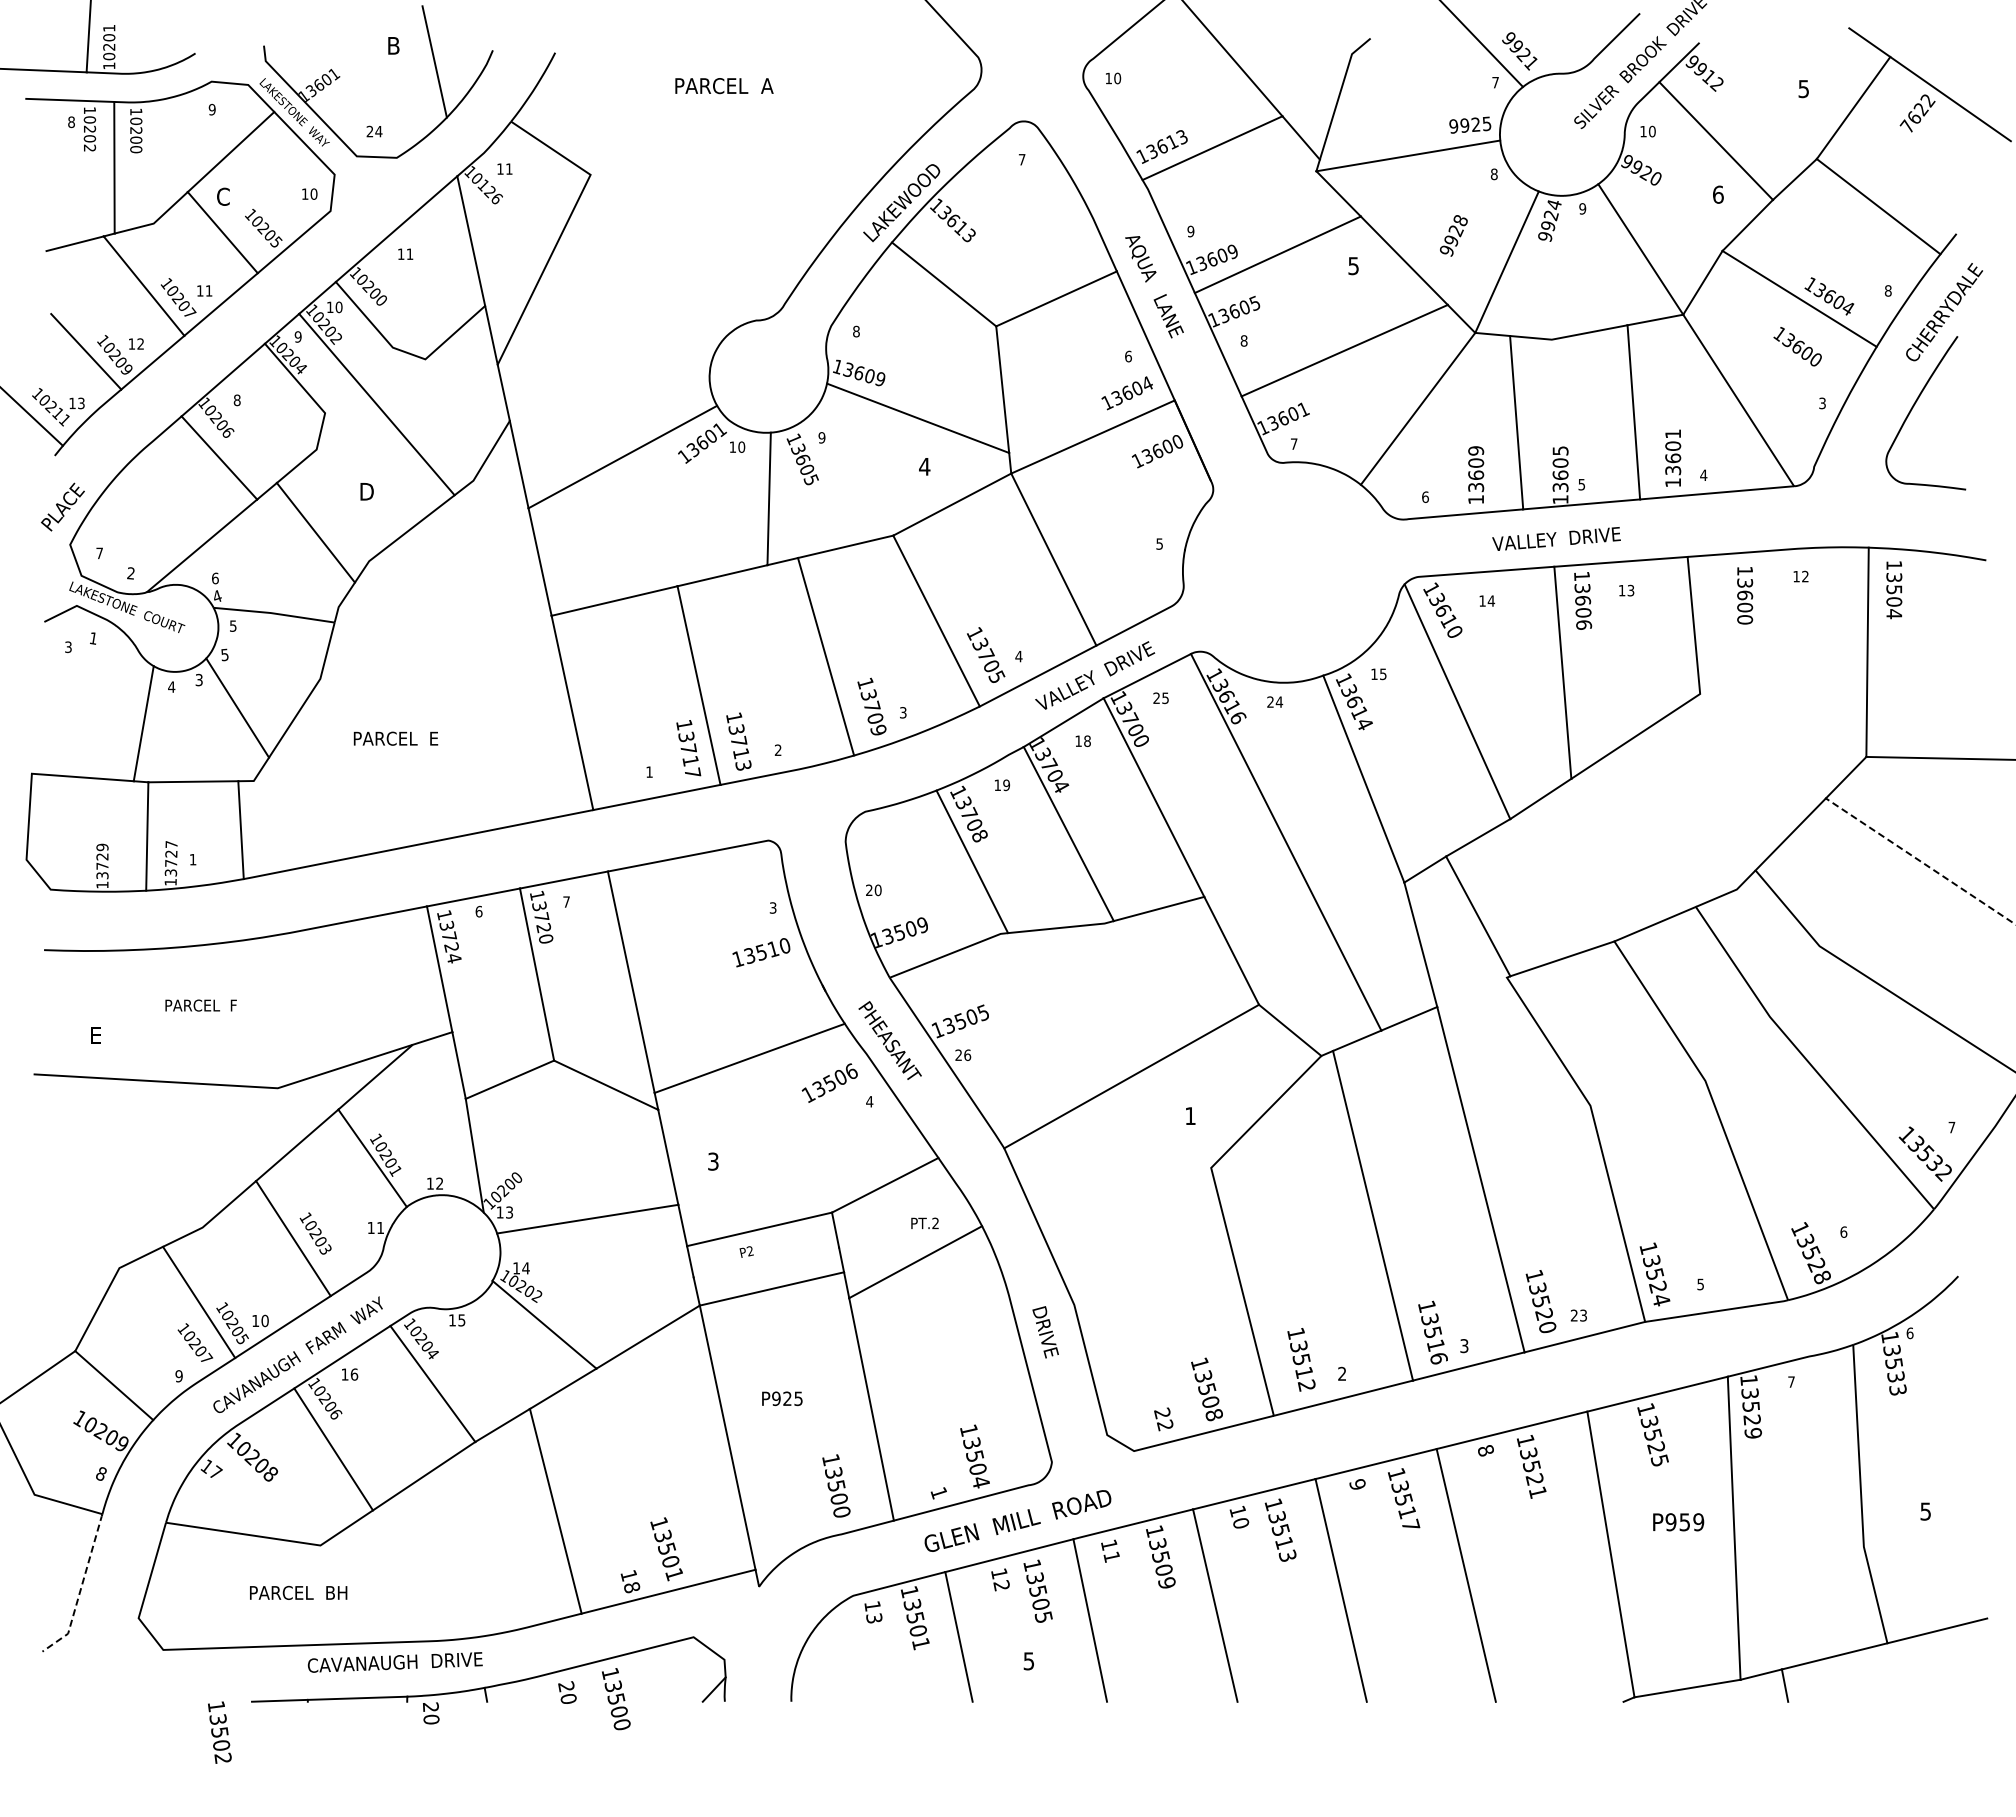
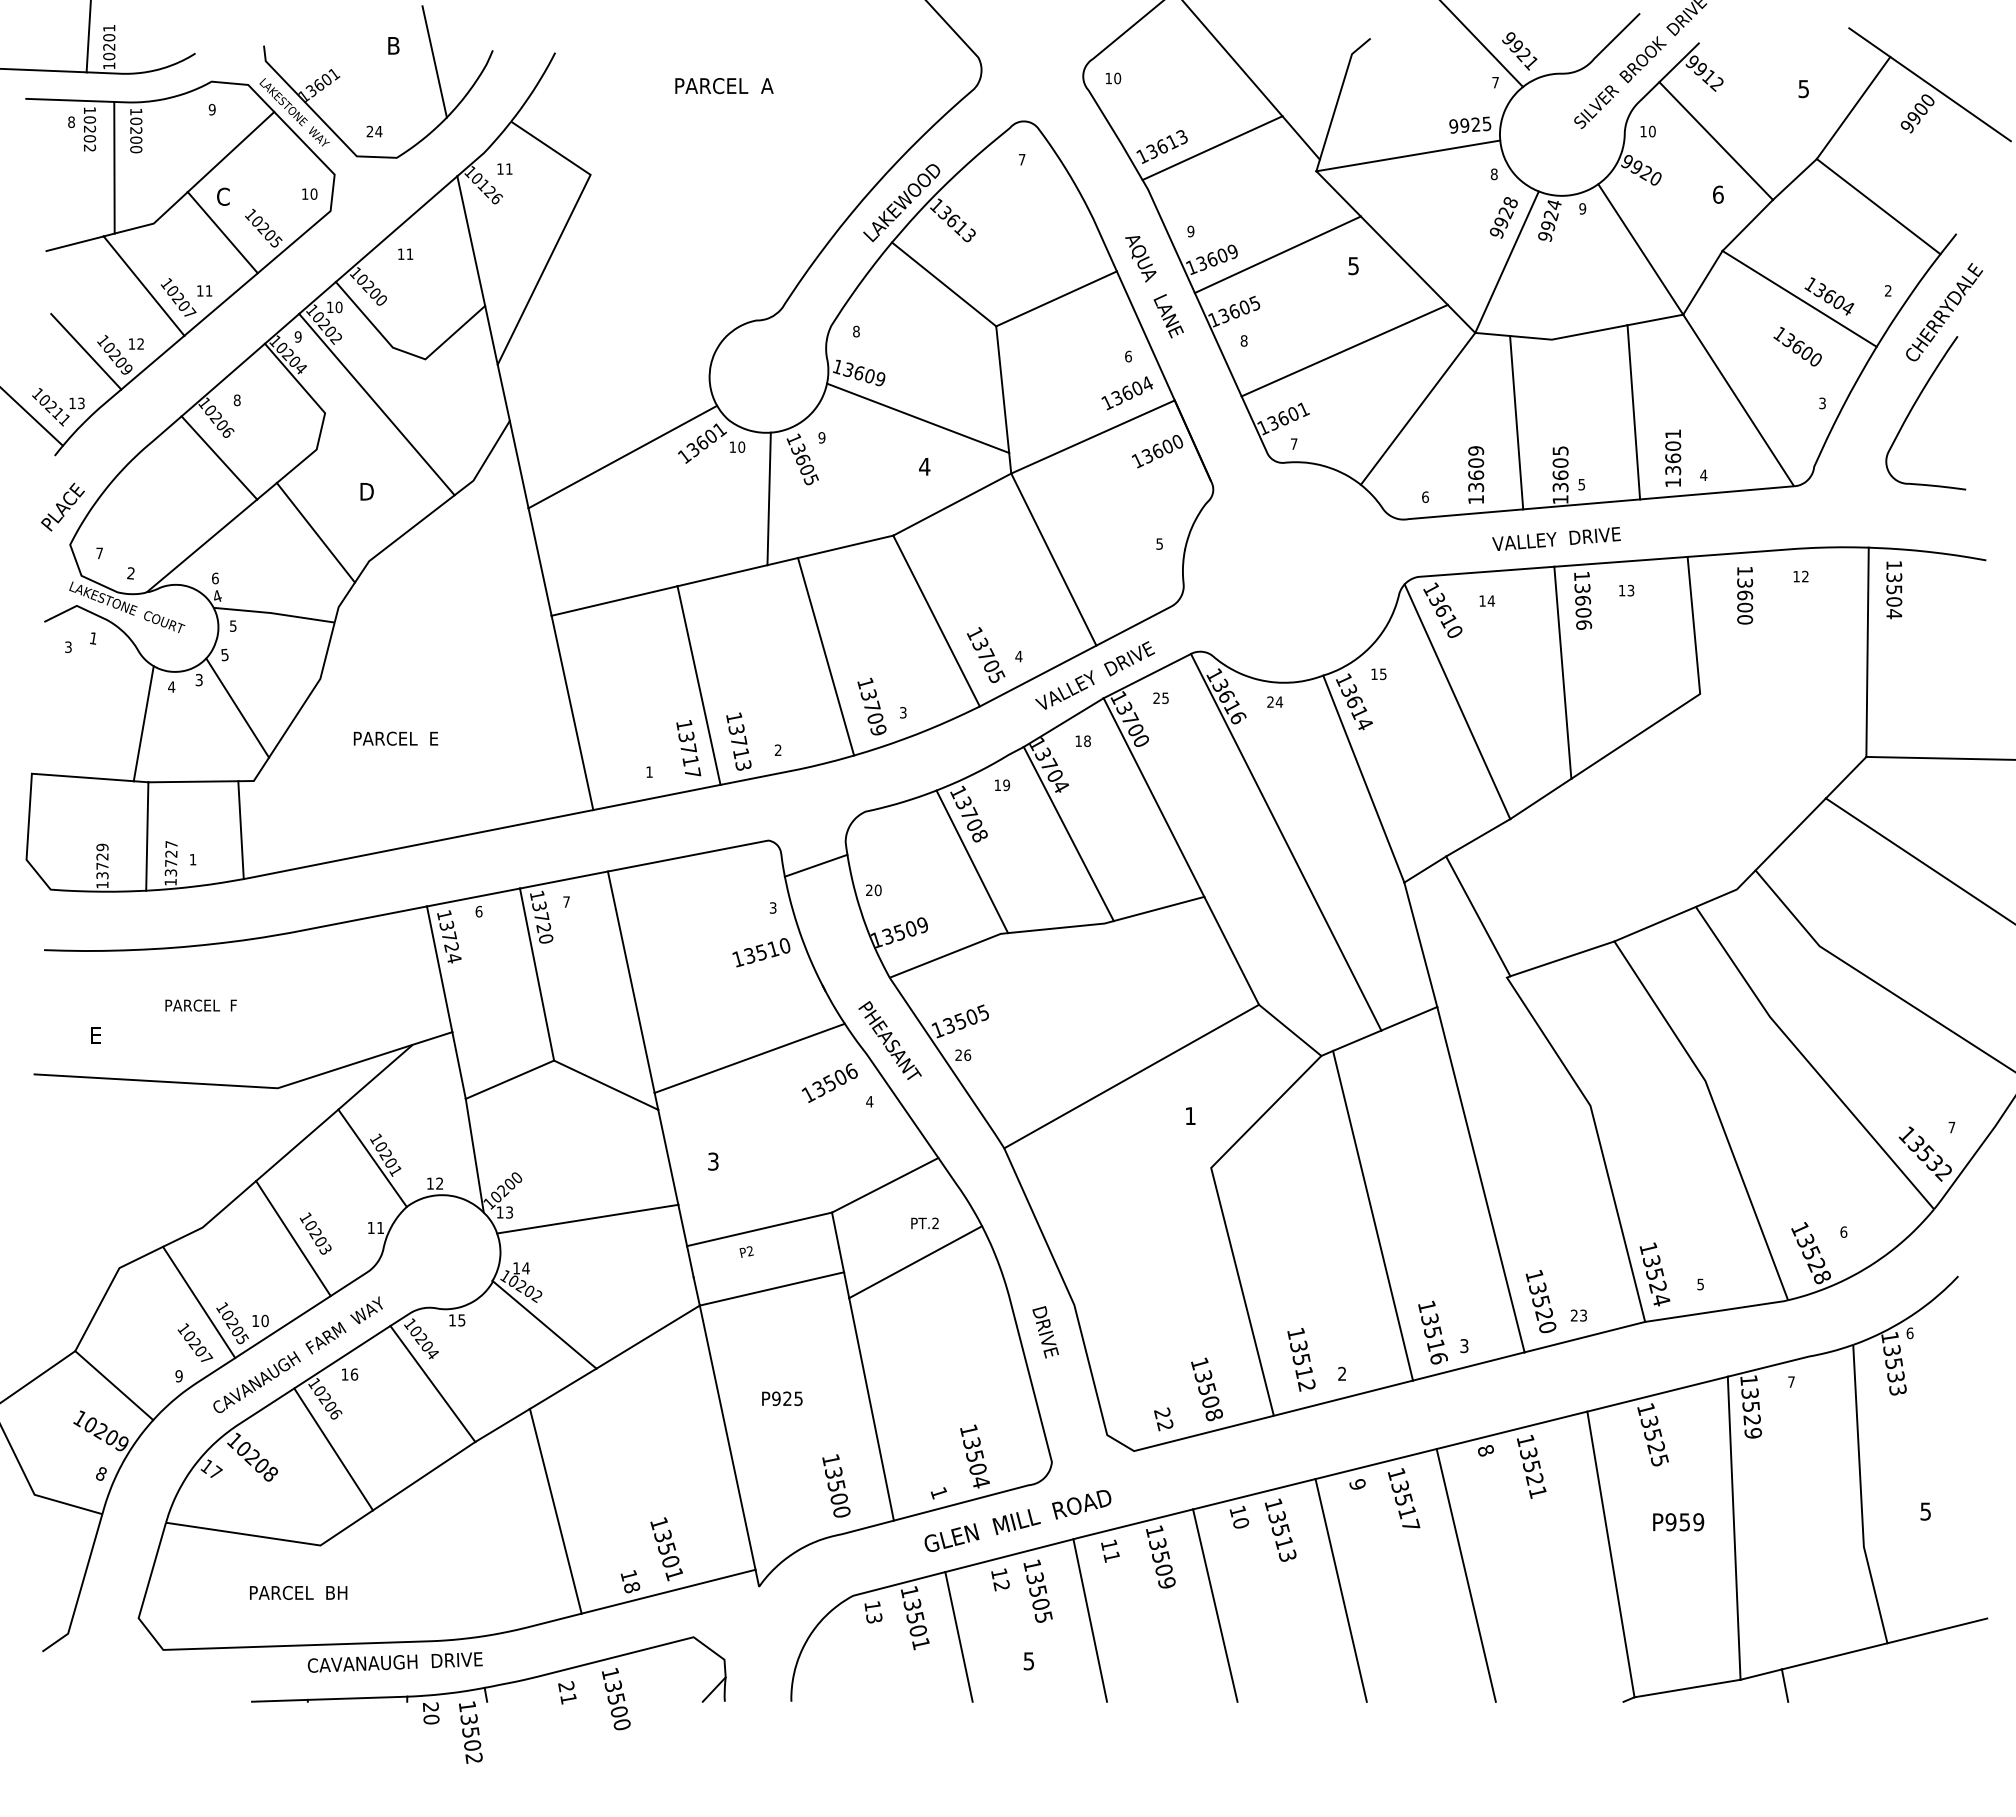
text at (1917, 113): 7622 -> 9900
text at (1453, 235) position: (1453, 235) -> (1503, 217)
text at (1887, 290): 8 -> 2
line at (1920, 861): dashed -> solid
line at (815, 865): none -> present
line at (80, 1588): dashed -> solid
text at (568, 1698): 20 -> 21
text at (219, 1732) position: (219, 1732) -> (470, 1732)
